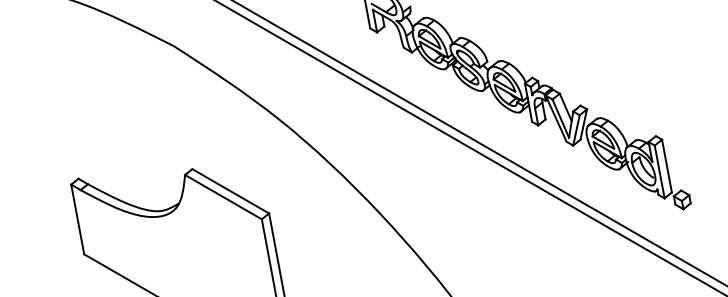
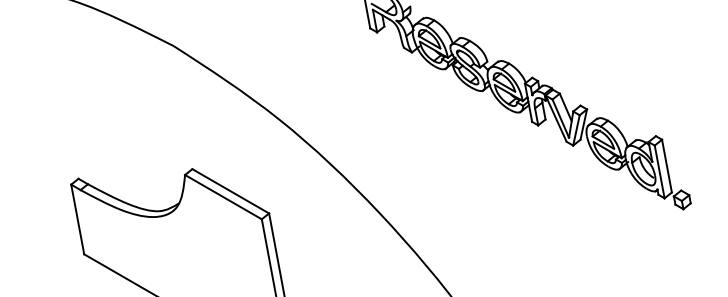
line at (479, 143): present -> none
line at (469, 147): present -> none
